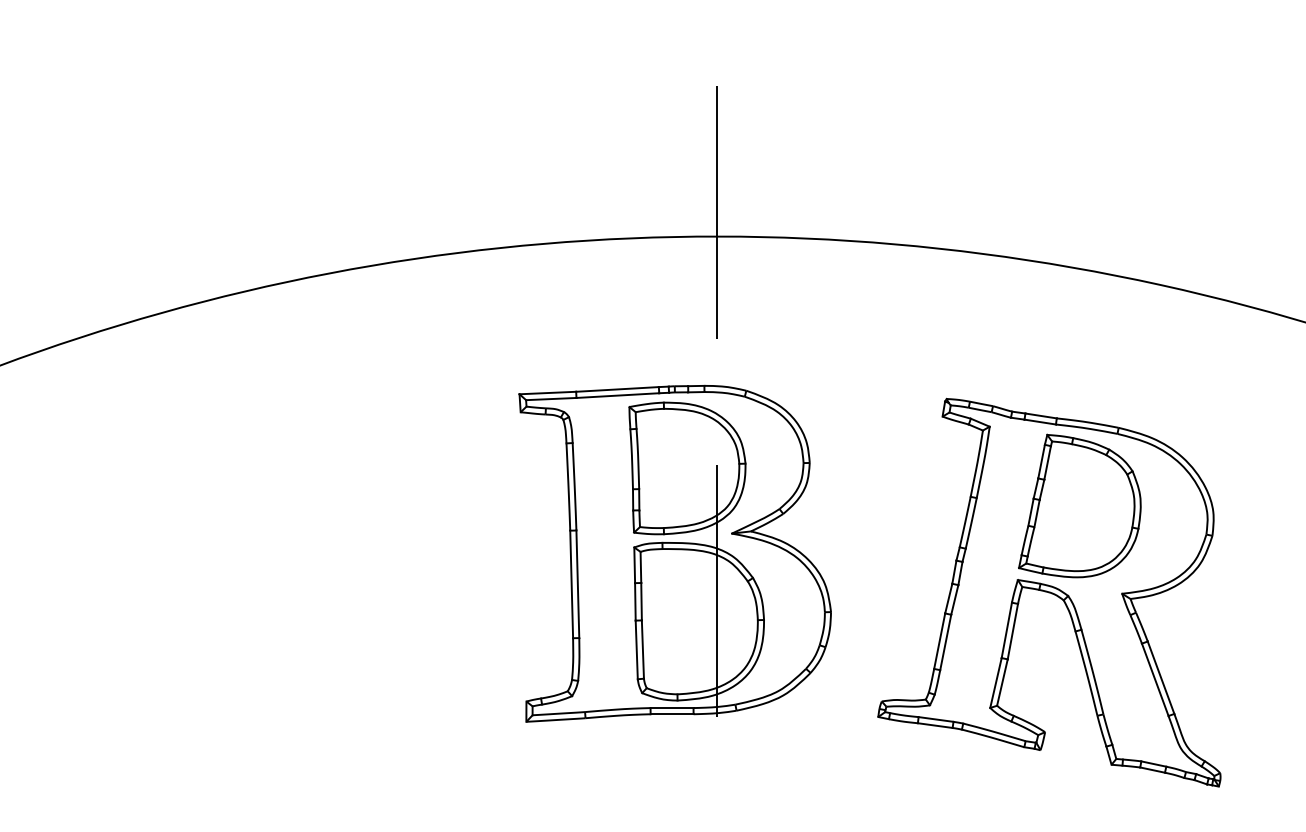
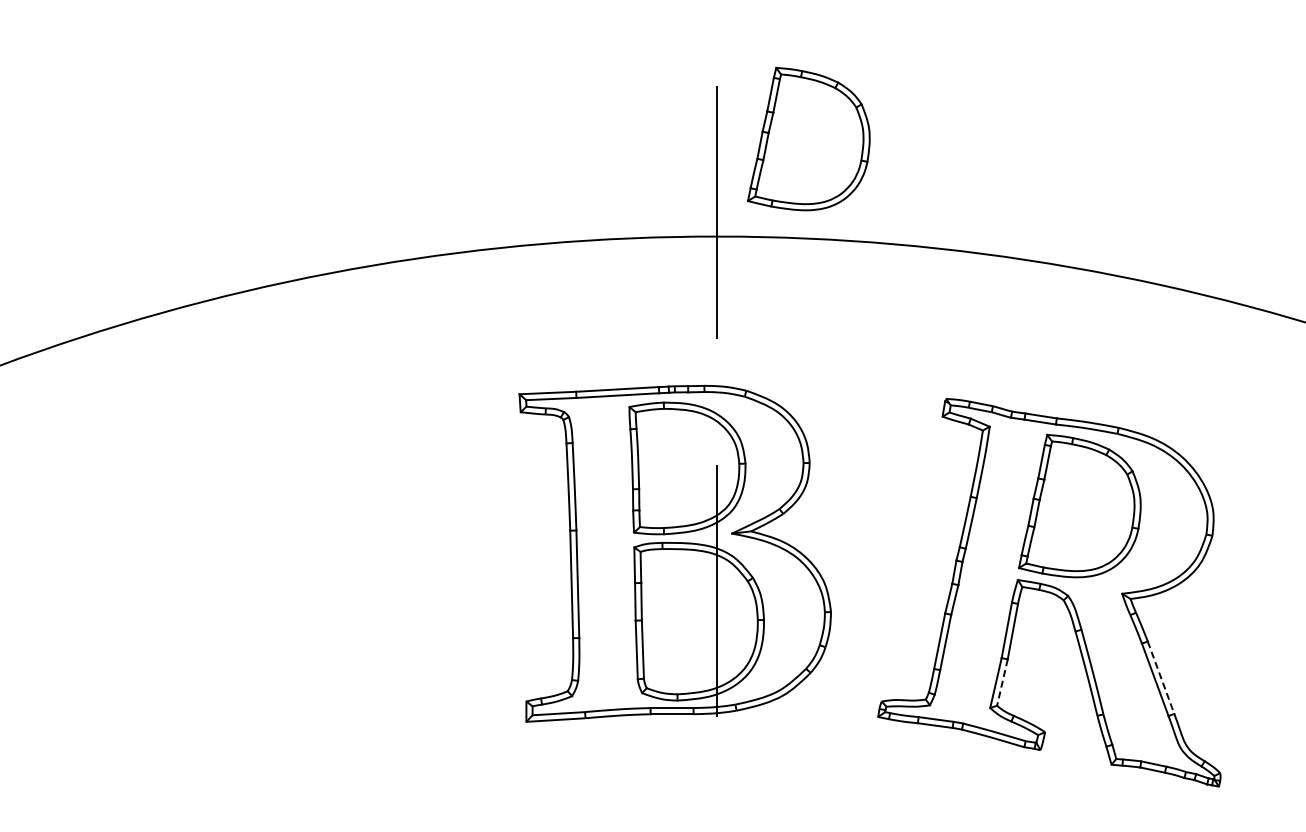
part at (808, 138): none -> present
line at (1161, 677): solid -> dashed
line at (1002, 682): solid -> dashed
